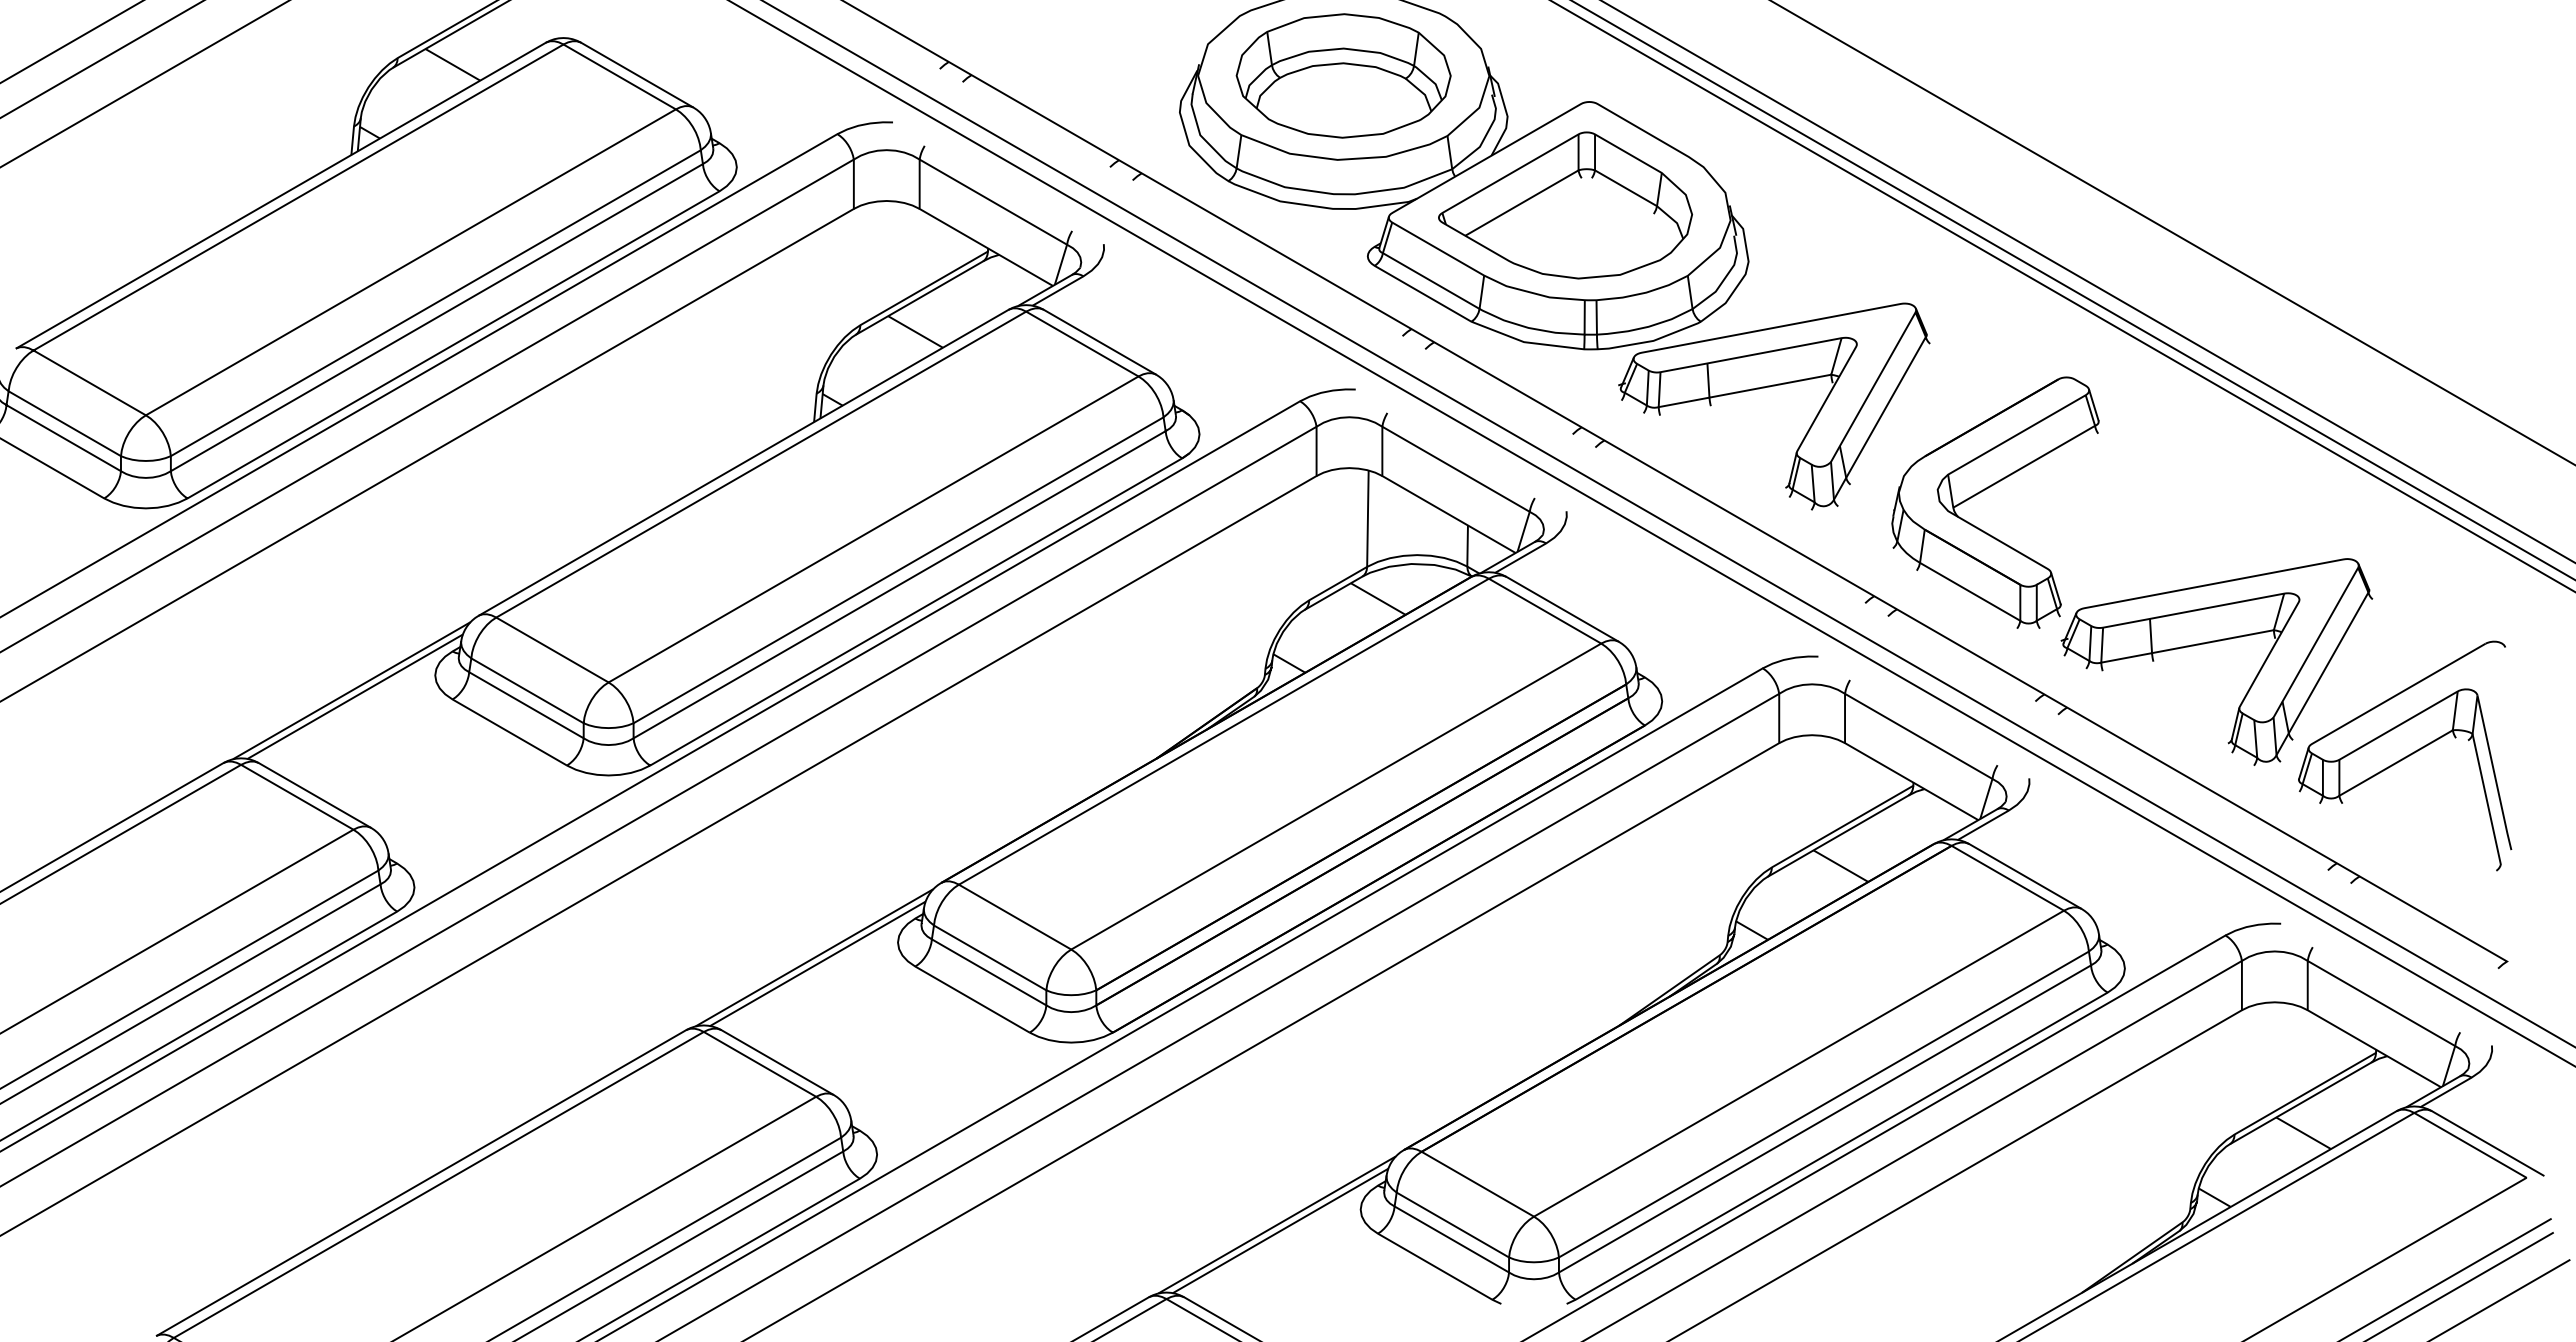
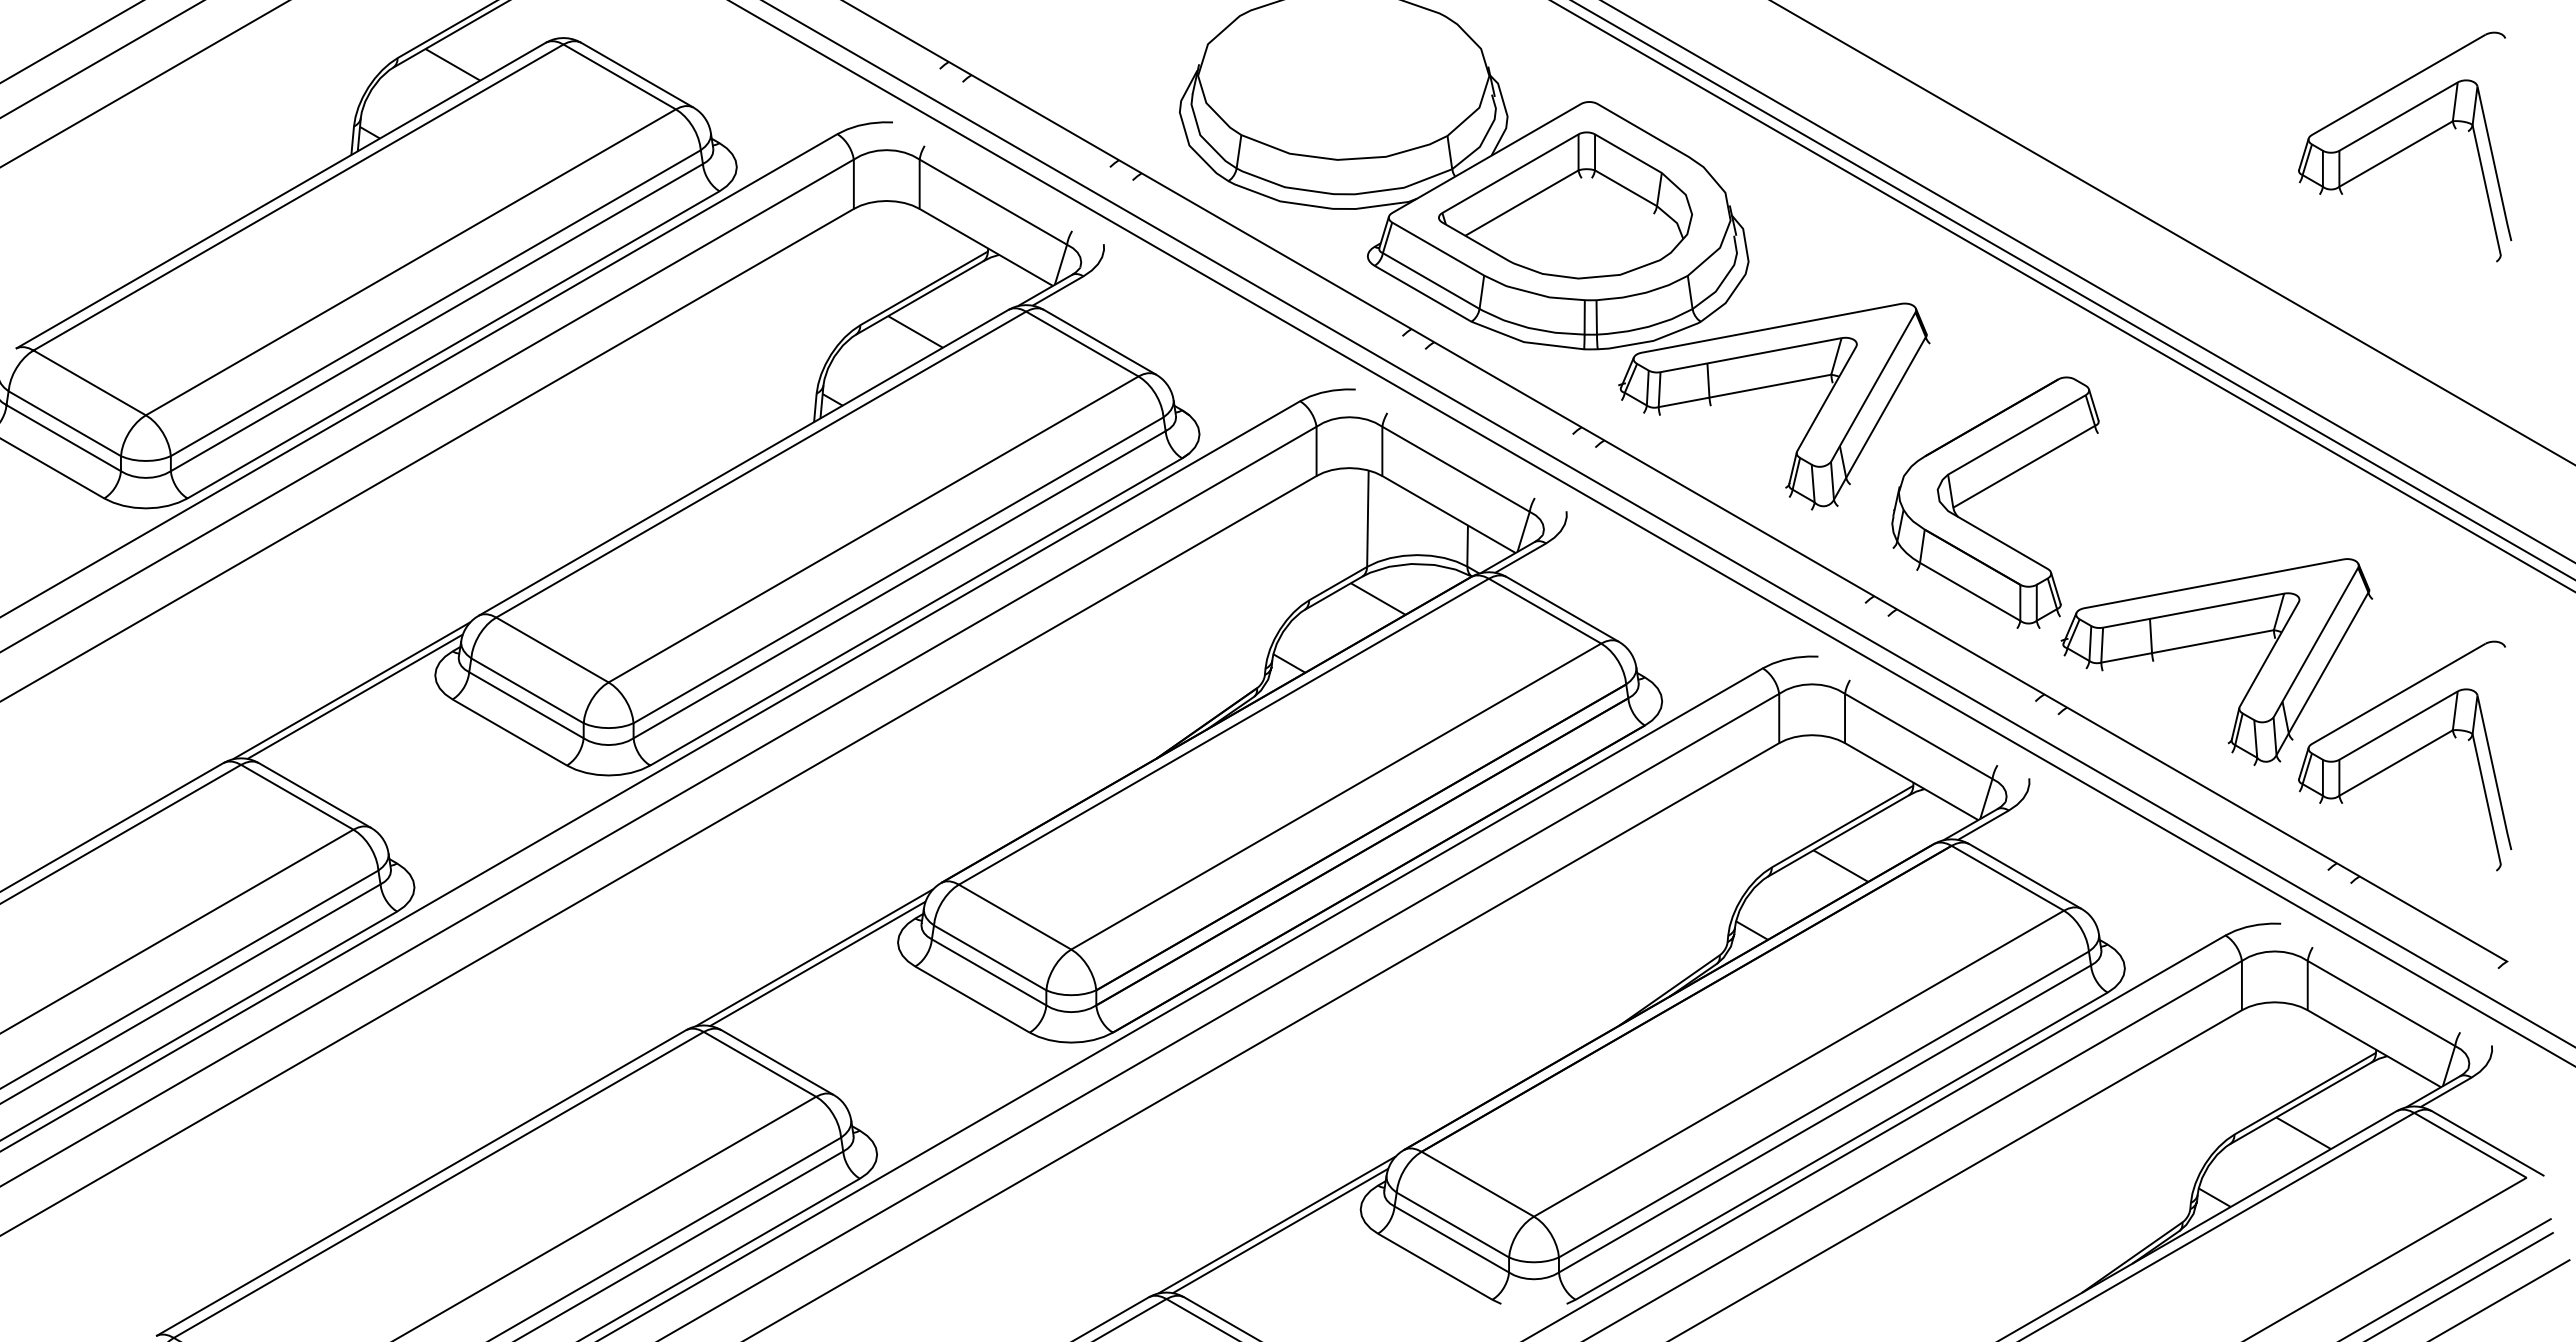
part at (1343, 75): present -> none
part at (2405, 146): none -> present
